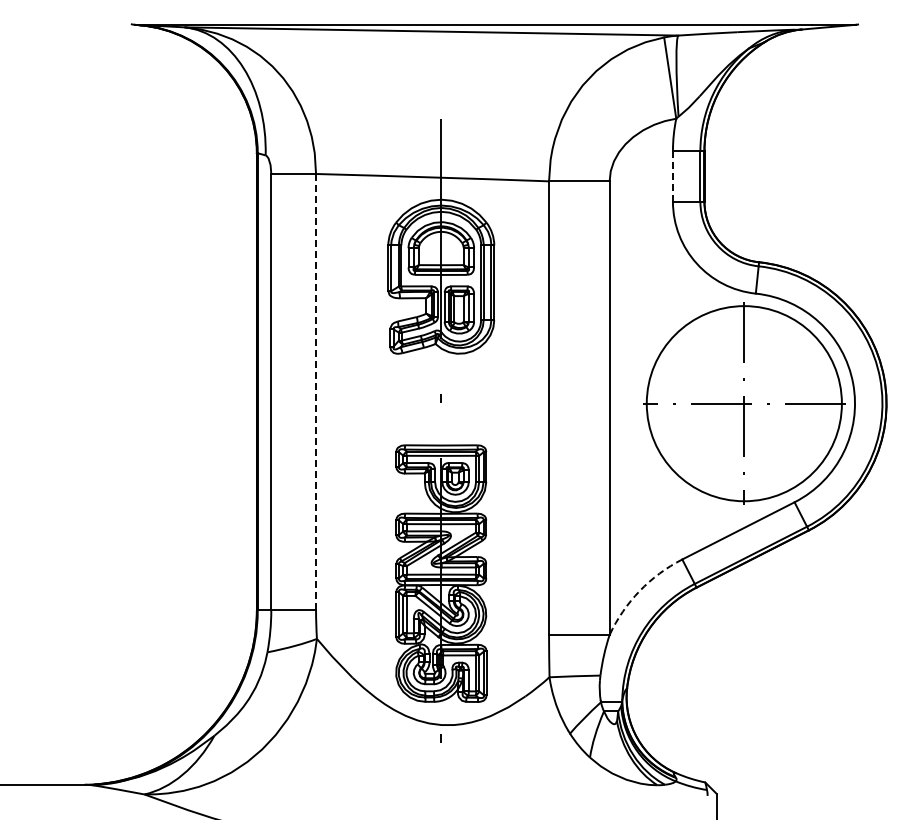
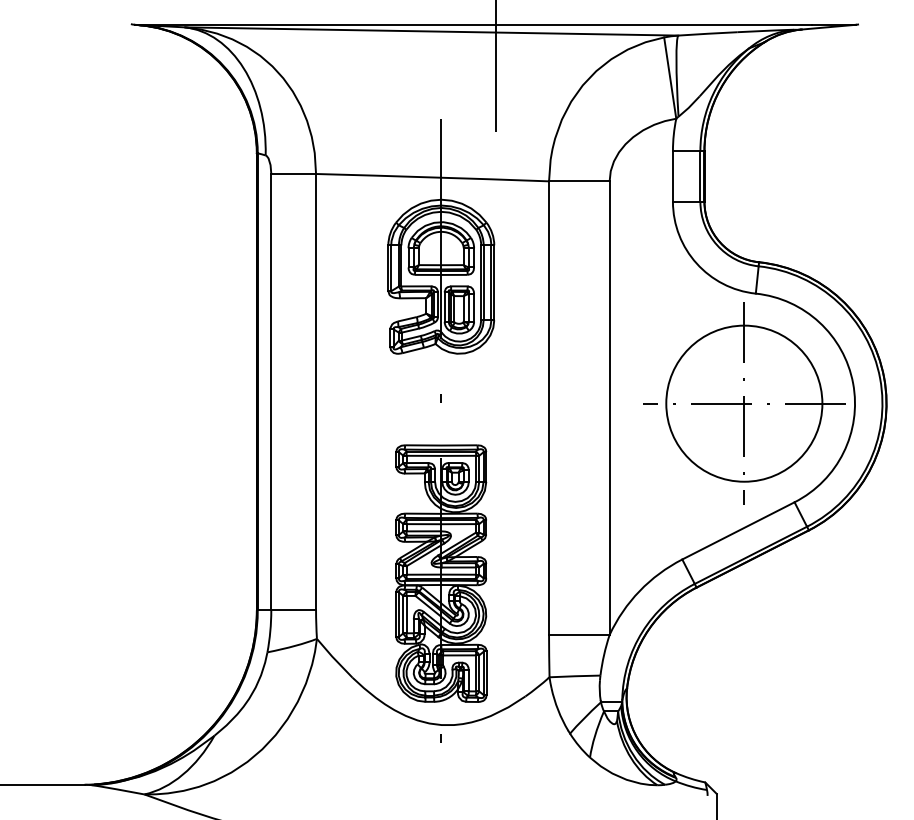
line at (495, 67): none -> present
line at (672, 176): dashed -> solid
line at (316, 392): dashed -> solid
circle at (743, 403) diameter: 195 px -> 156 px
arc at (639, 591): dashed -> solid
